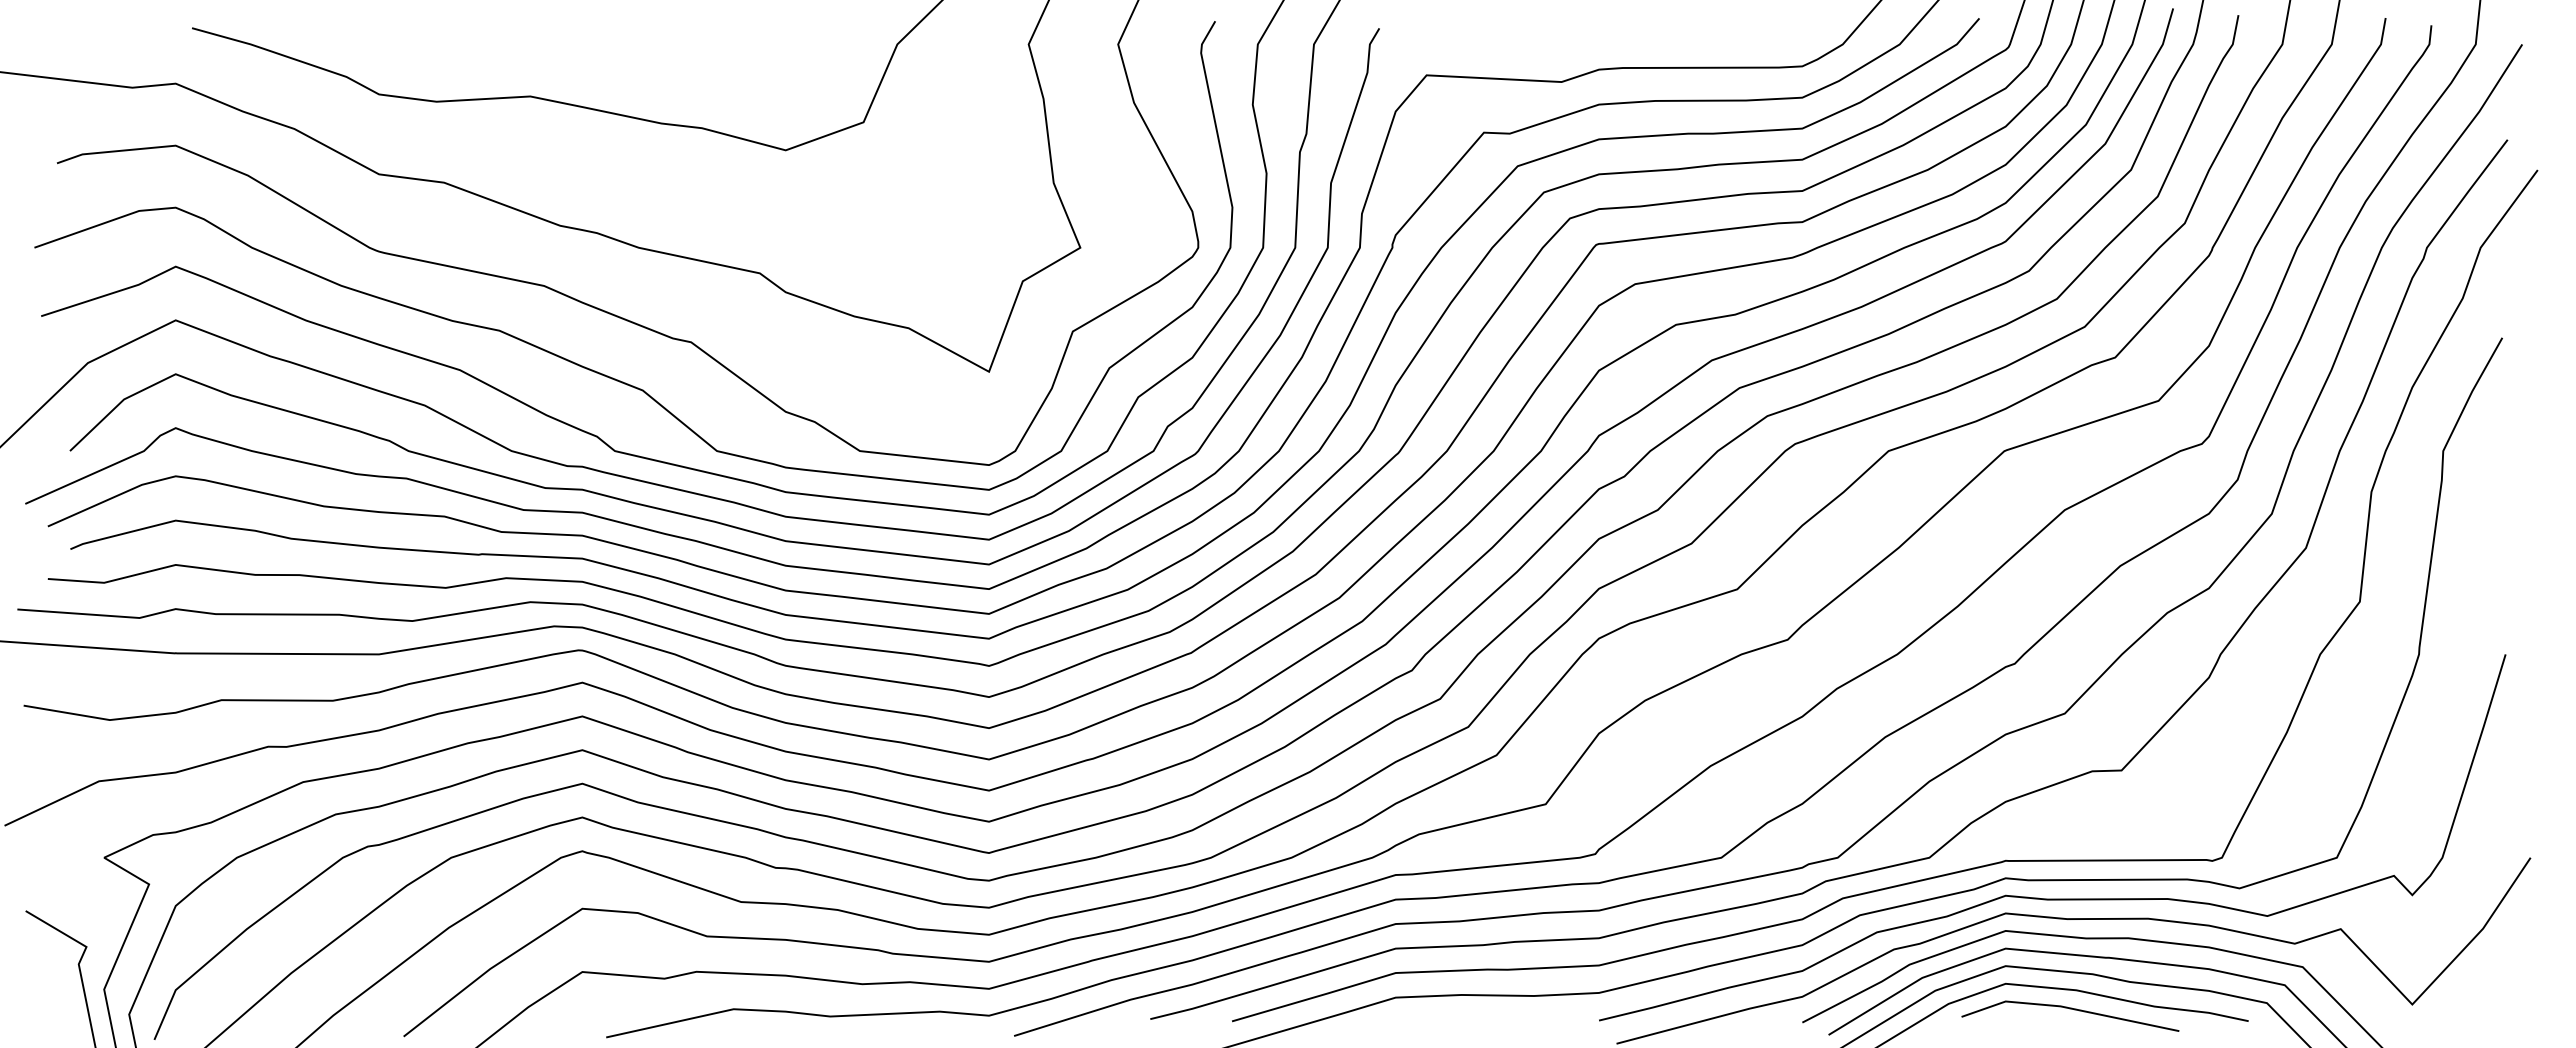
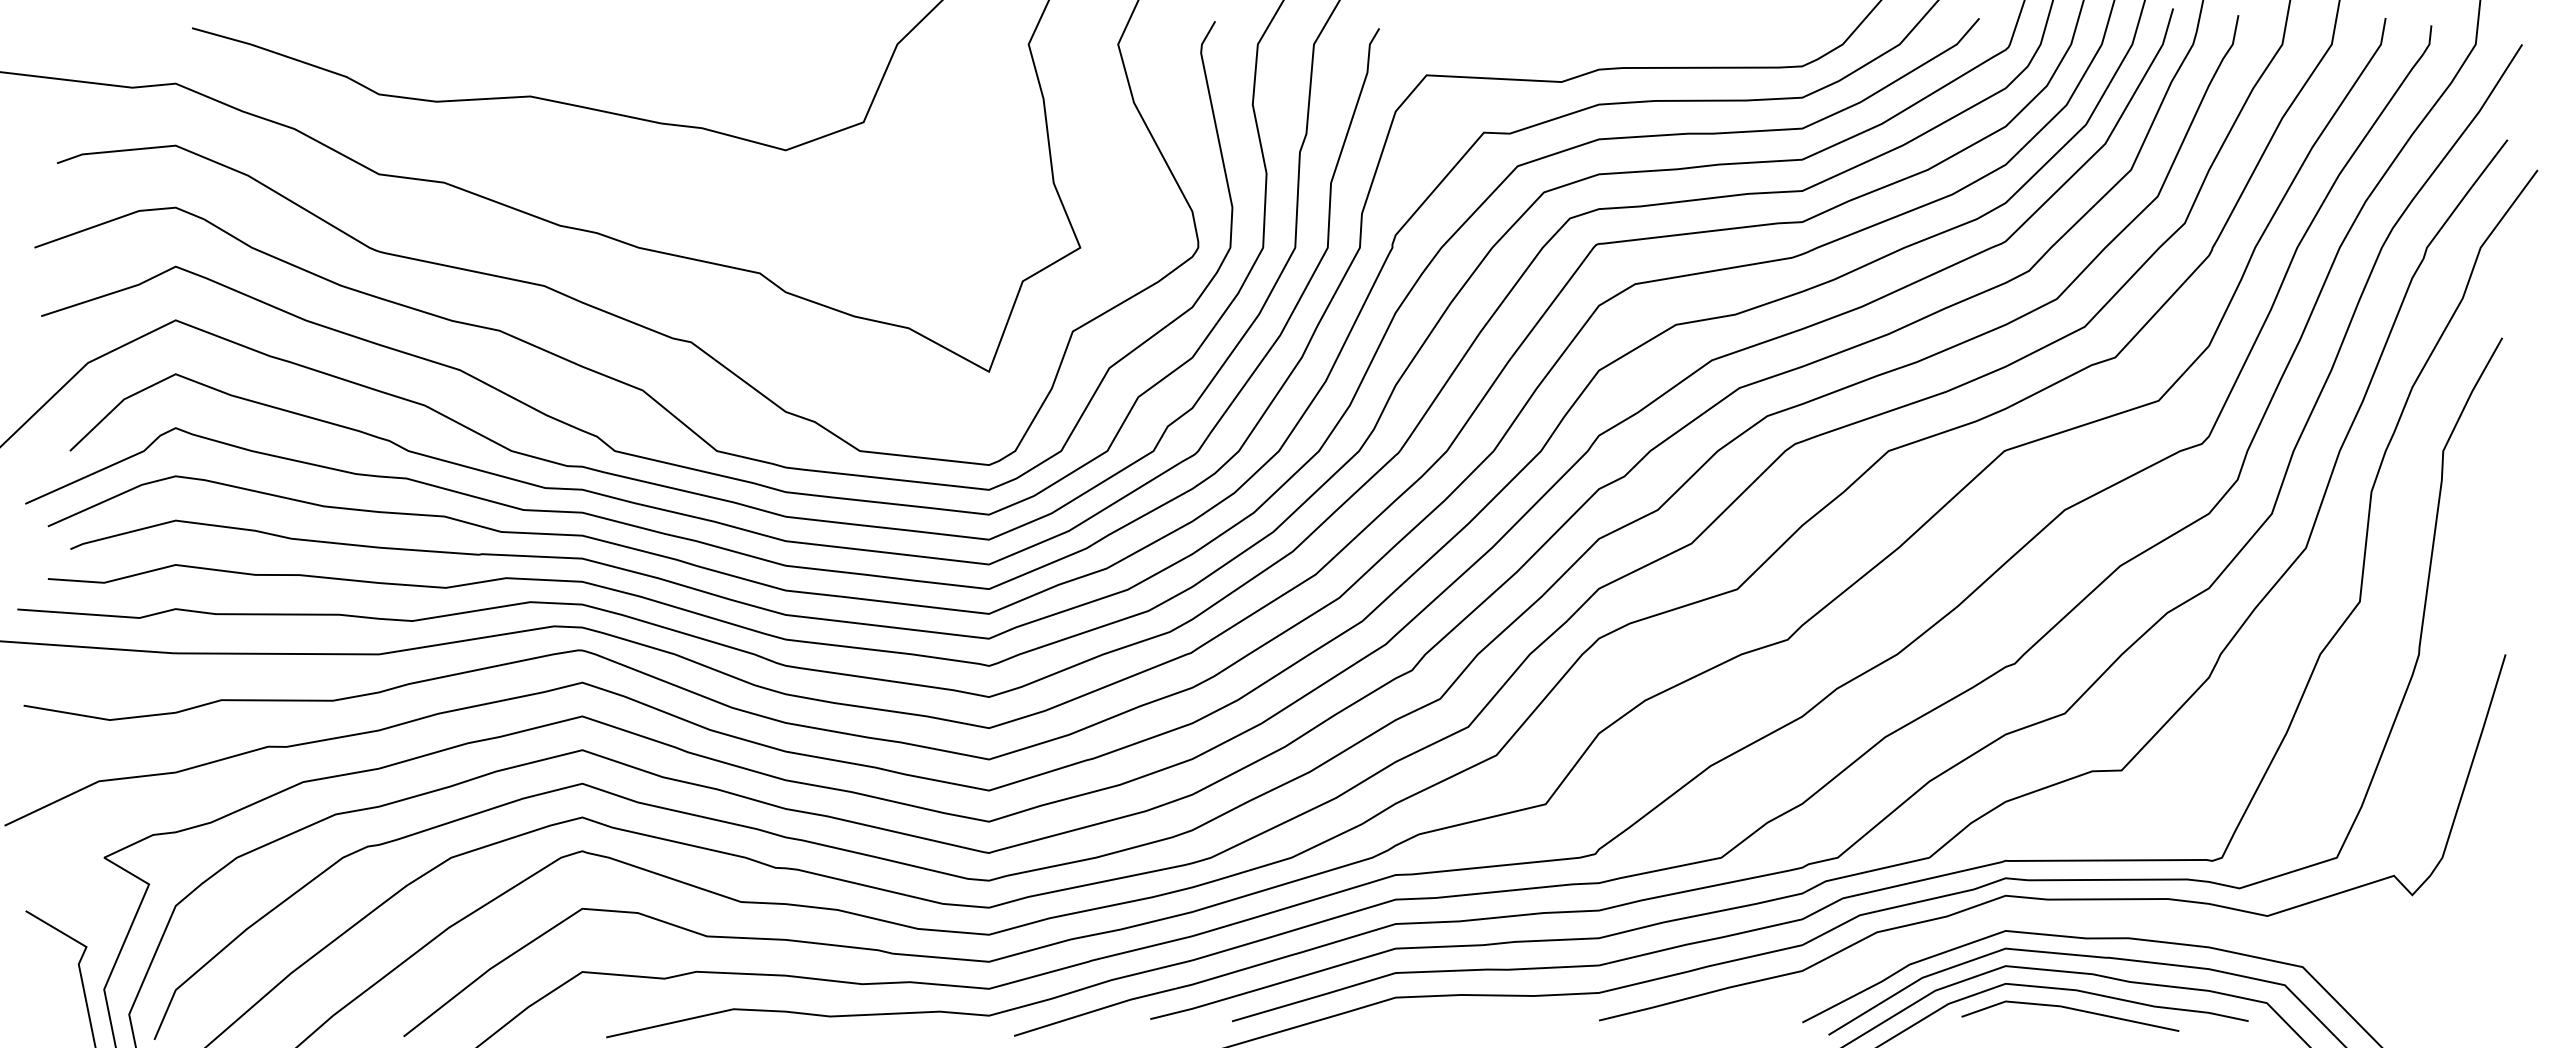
curve at (2073, 919): present -> none
